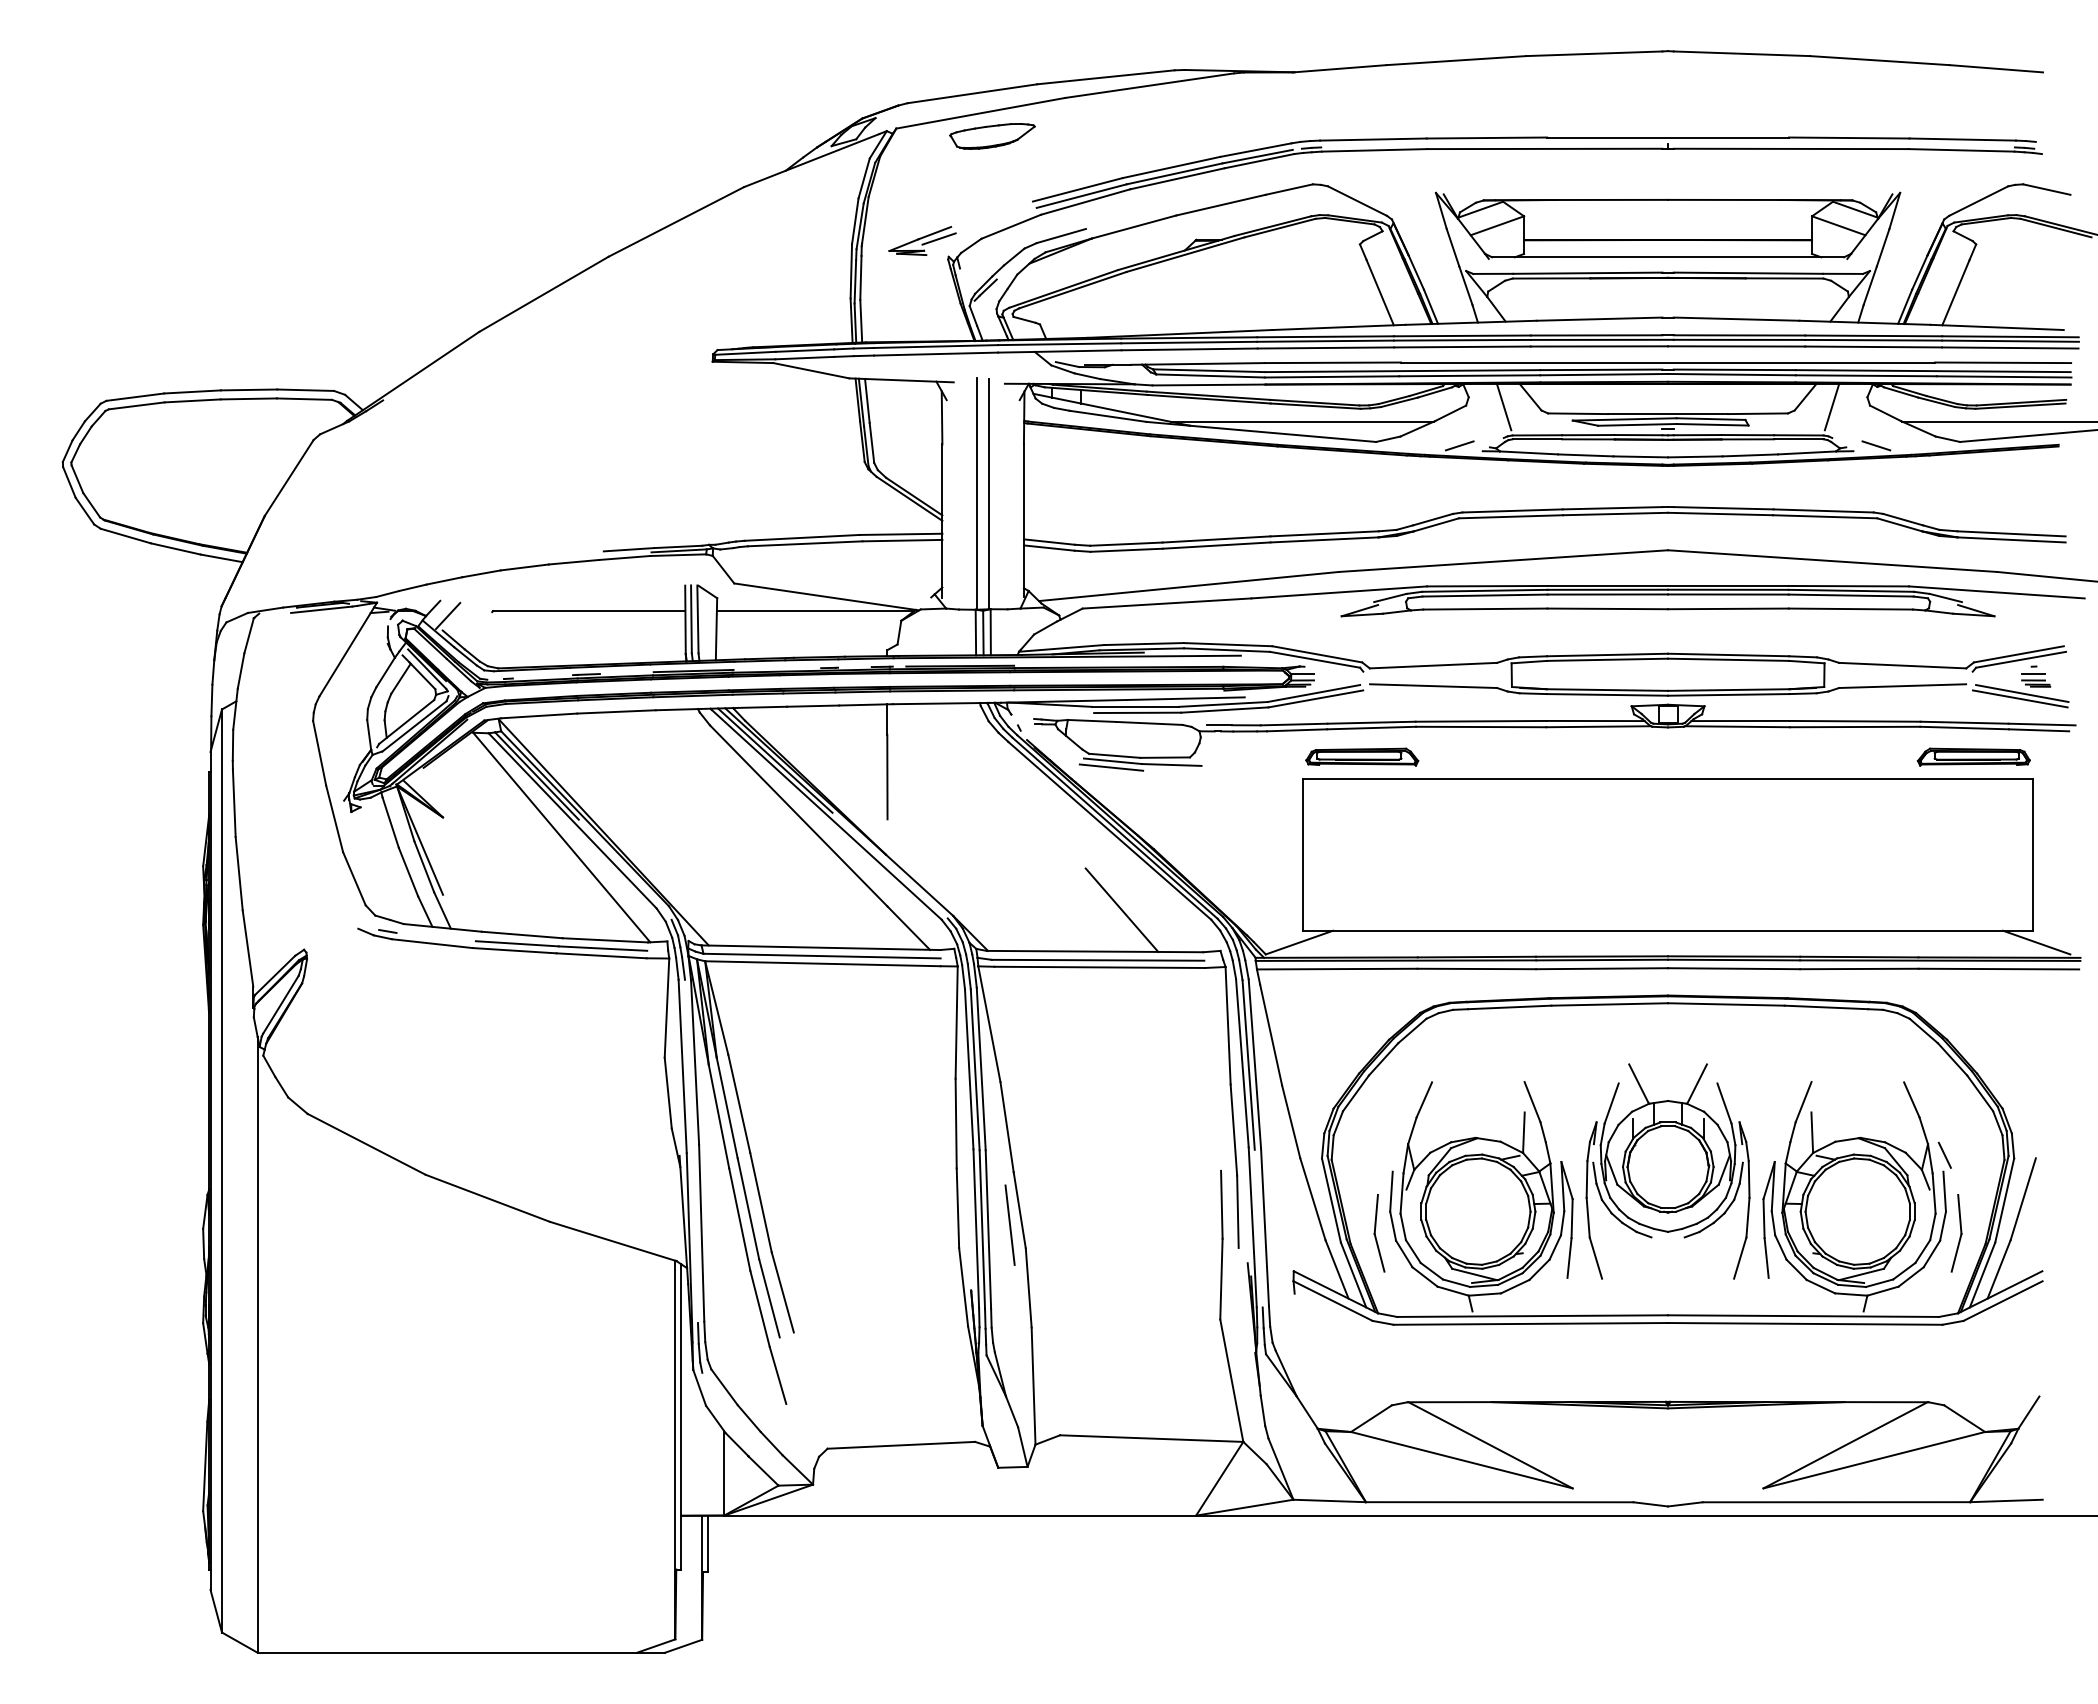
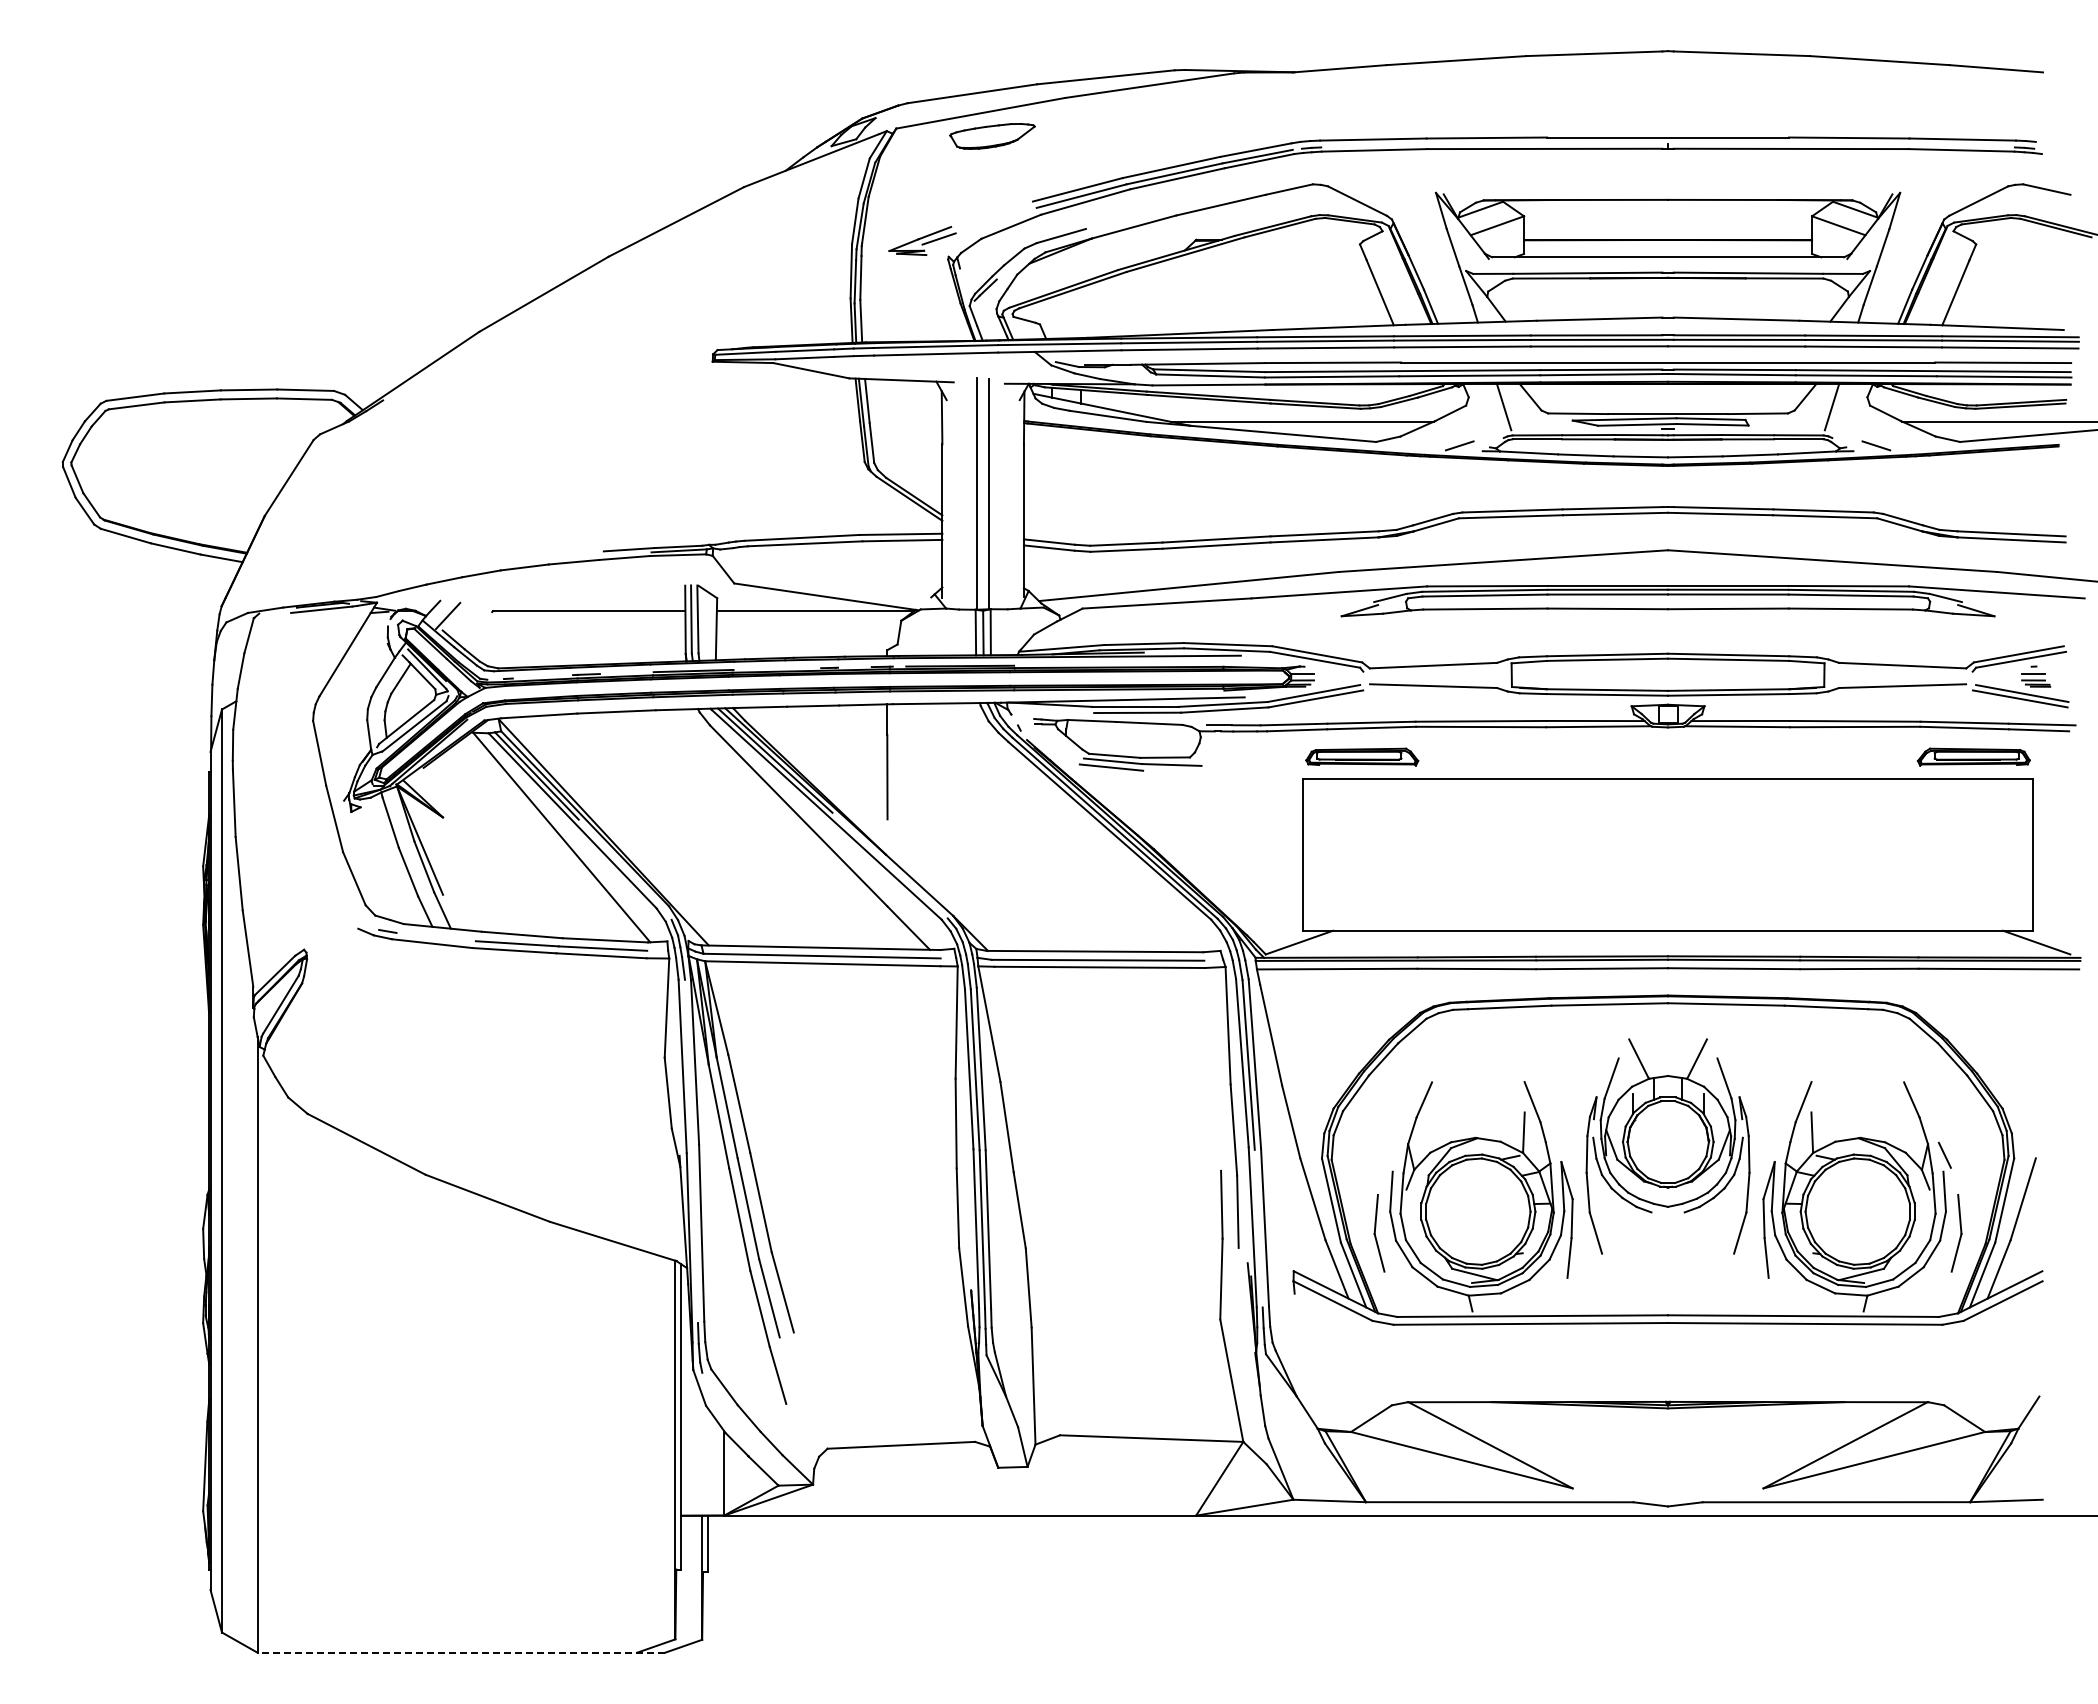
line at (1121, 909): present -> none
part at (1667, 1171) position: (1667, 1171) -> (1667, 1146)
line at (1009, 1224): present -> none
line at (461, 1652): solid -> dashed
